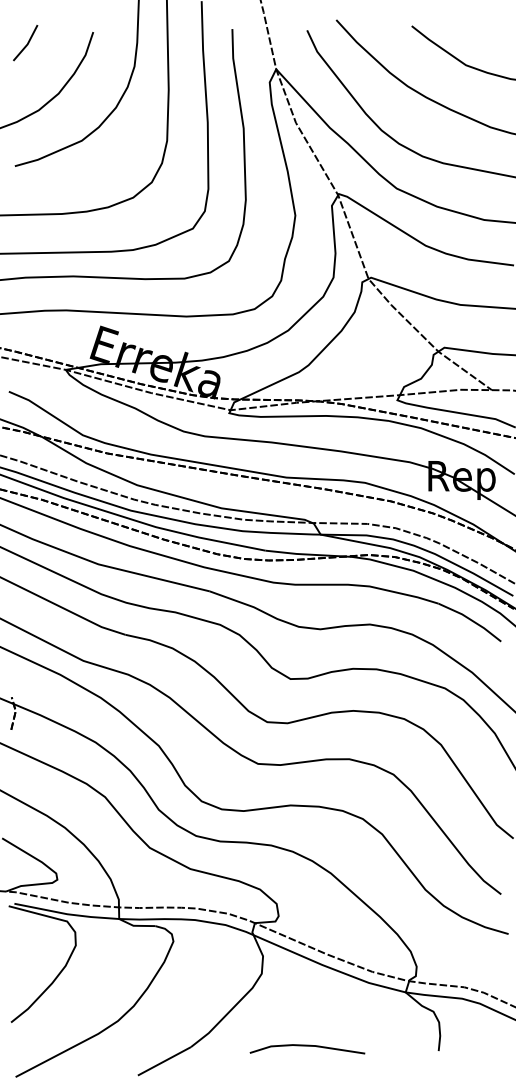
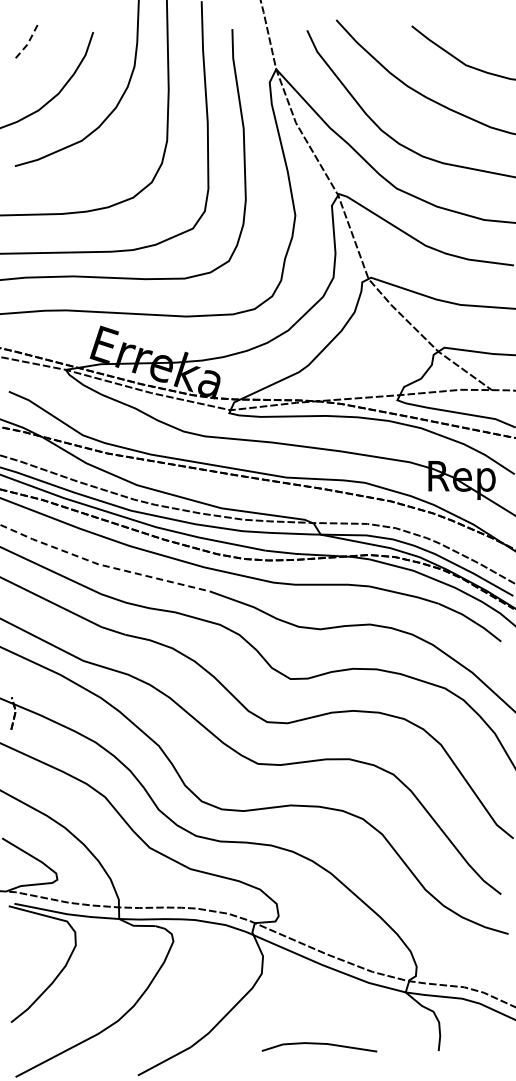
line at (27, 44): solid -> dashed
line at (101, 565): solid -> dashed
line at (307, 1046) position: (307, 1046) -> (319, 1044)
